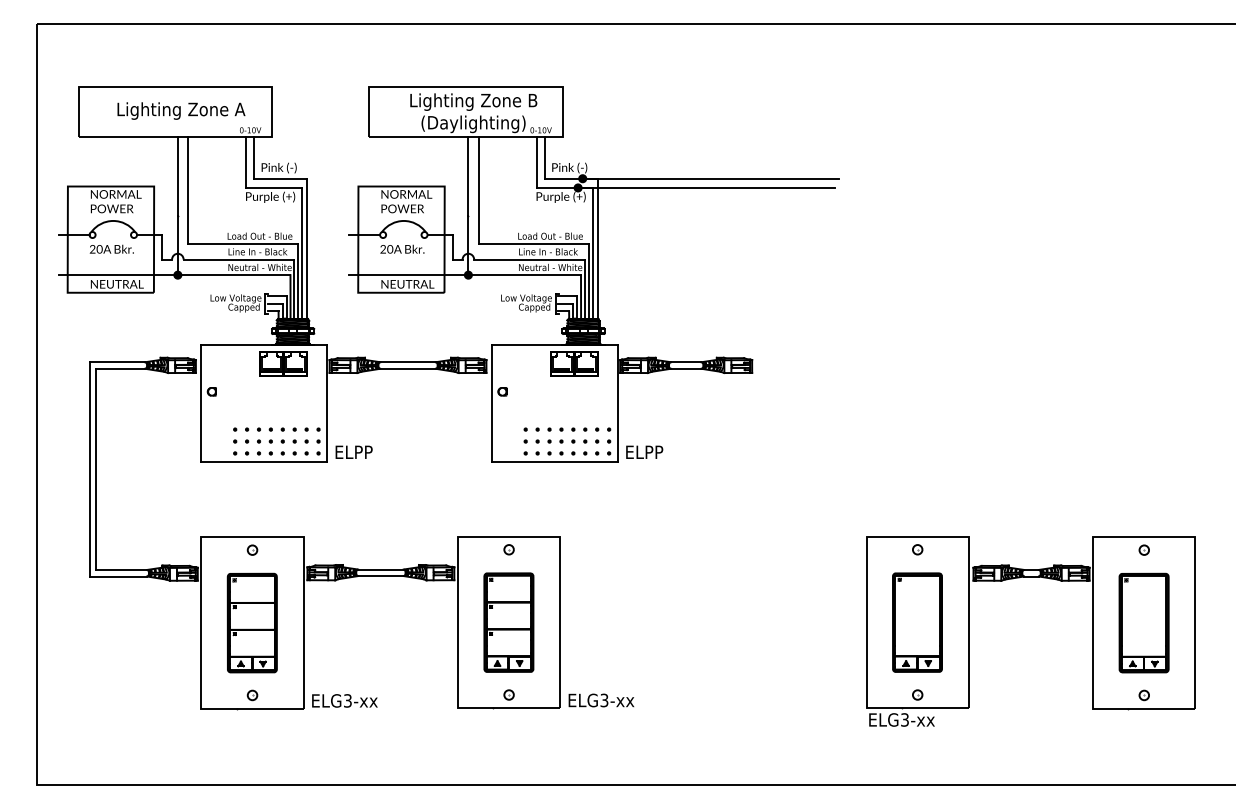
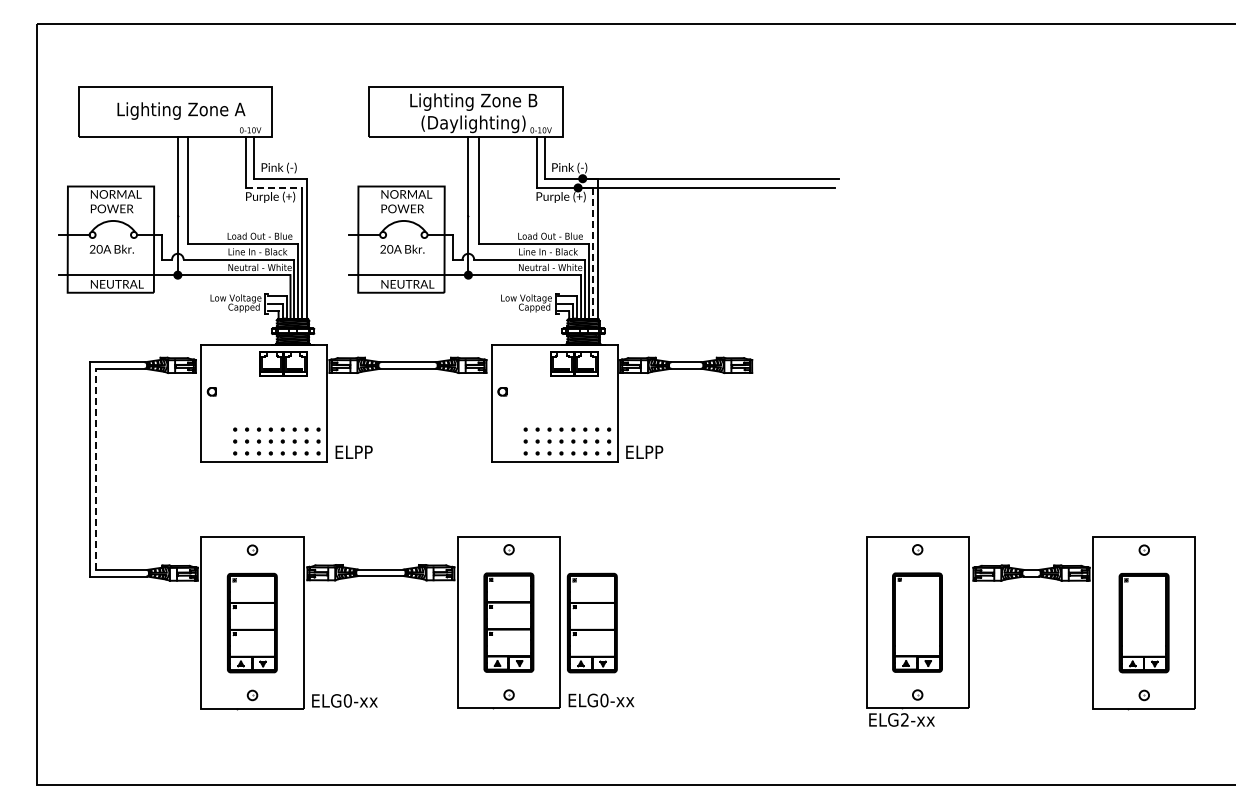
line at (274, 187): solid -> dashed
line at (593, 253): solid -> dashed
line at (96, 469): solid -> dashed
part at (591, 622): none -> present
text at (347, 700): ELG3-xx -> ELG0-xx
text at (604, 700): ELG3-xx -> ELG0-xx
text at (904, 719): ELG3-xx -> ELG2-xx
